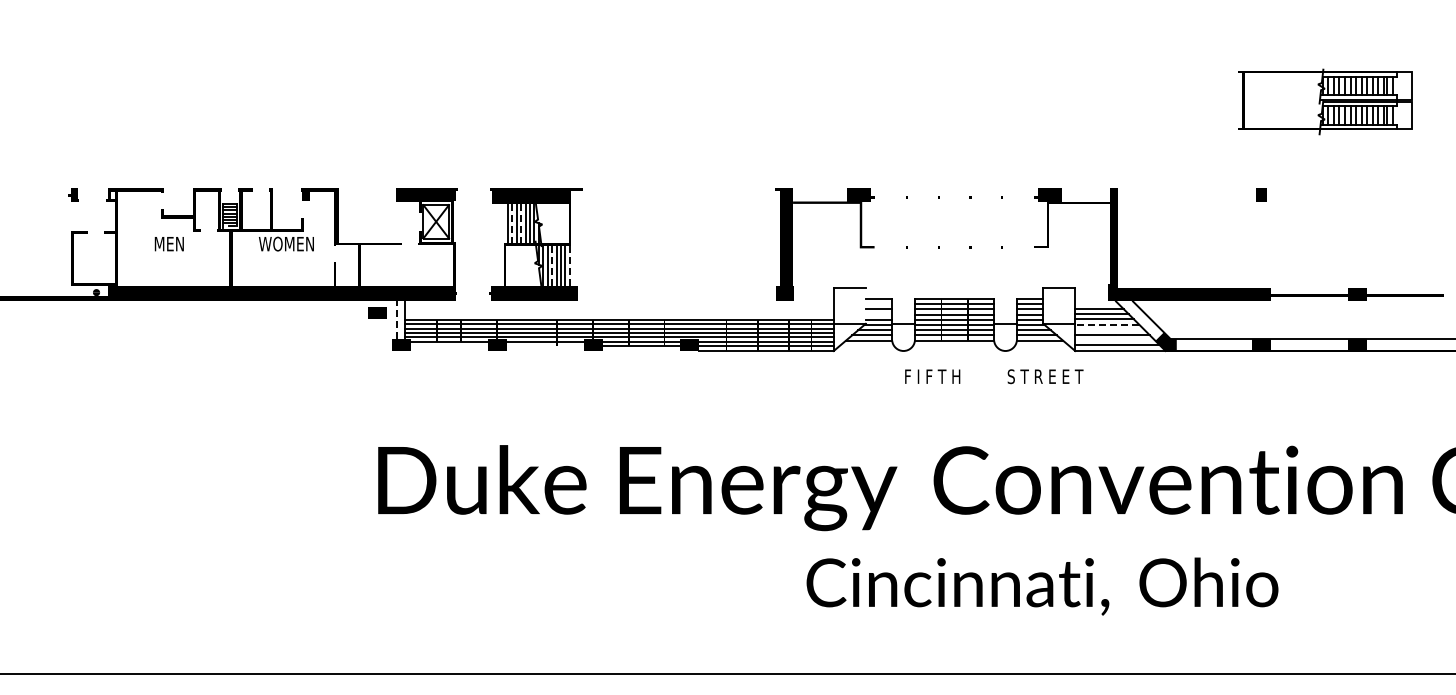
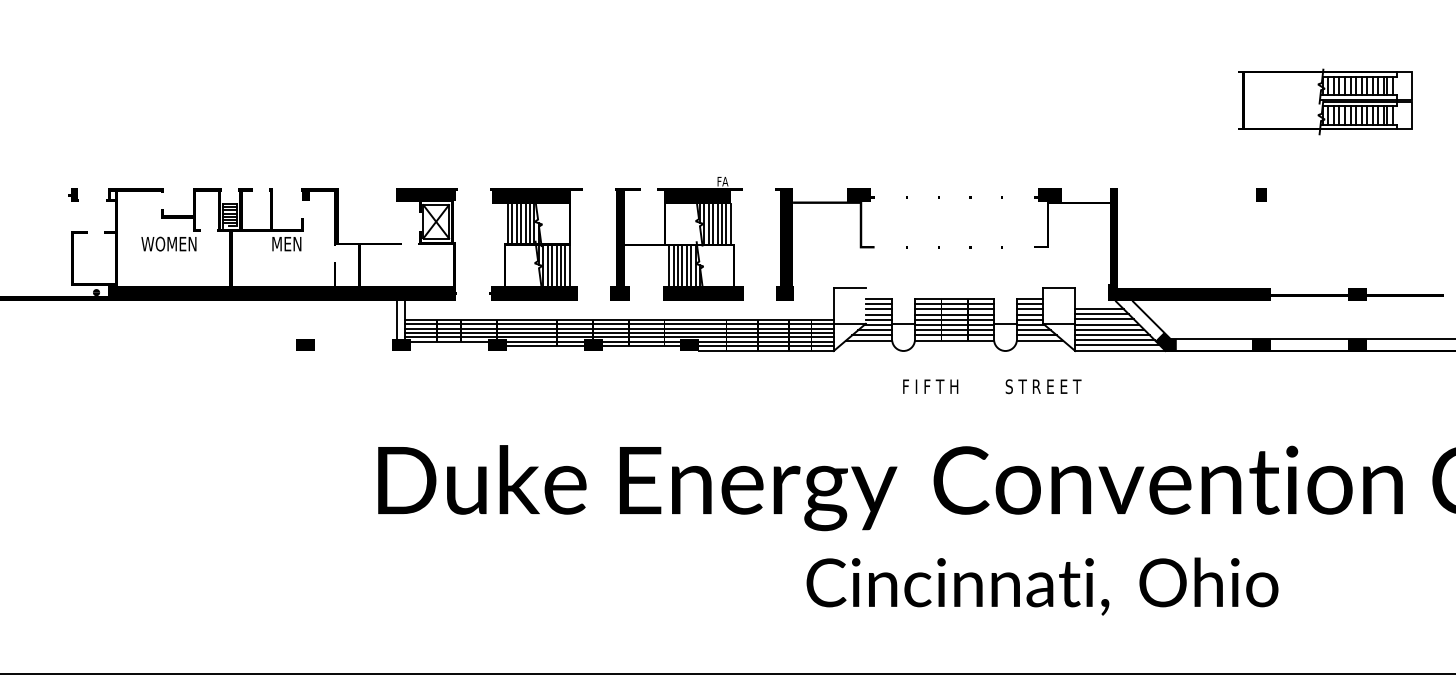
line at (512, 224): dashed -> solid
line at (521, 224): dashed -> solid
part at (676, 238): none -> present
text at (168, 243): MEN -> WOMEN
text at (285, 243): WOMEN -> MEN
line at (552, 266): dashed -> solid
line at (569, 266): dashed -> solid
line at (878, 304): none -> present
line at (377, 312) position: (377, 312) -> (305, 344)
line at (878, 314): none -> present
line at (397, 319): dashed -> solid
line at (1107, 324): dashed -> solid
line at (1109, 329): none -> present
line at (1114, 340): none -> present
line at (544, 346): none -> present
text at (994, 376) position: (994, 376) -> (992, 386)
